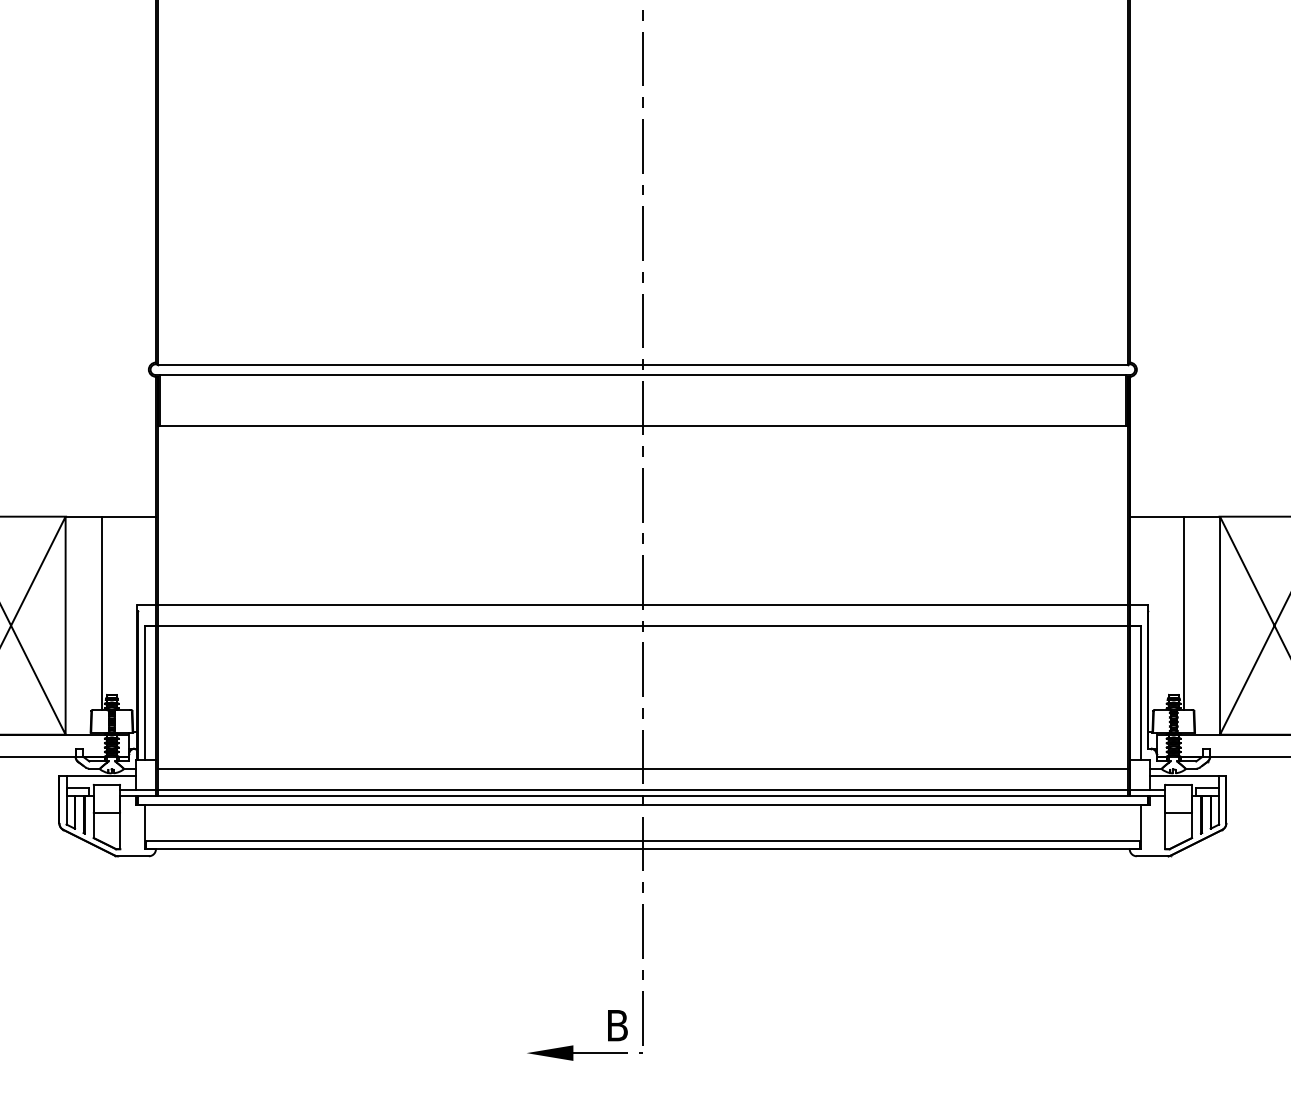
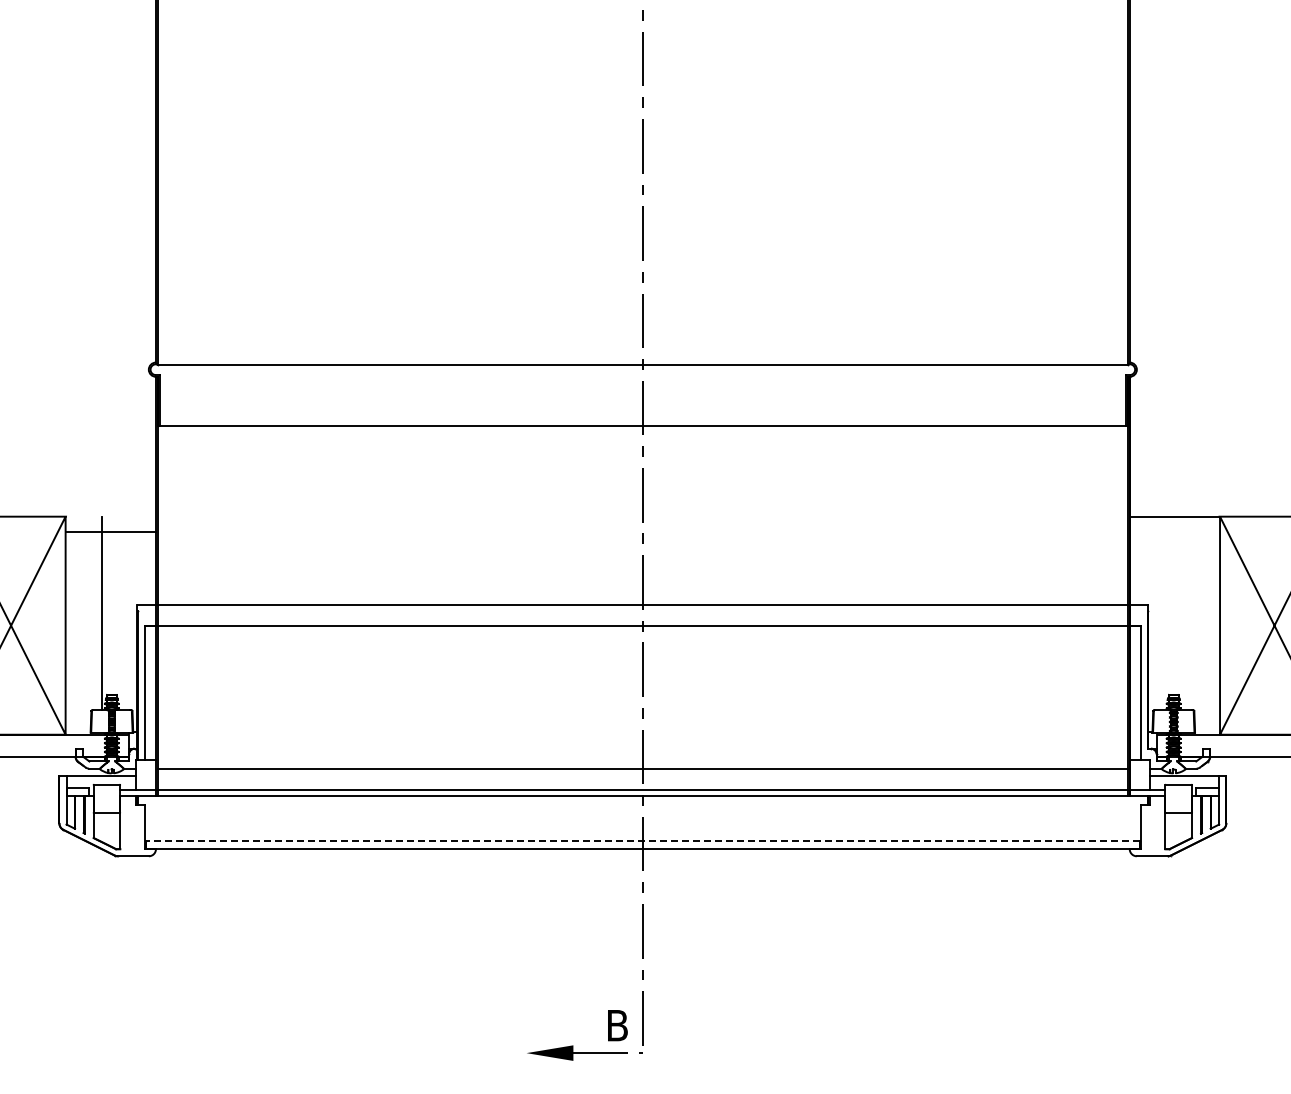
line at (642, 375): present -> none
line at (110, 516) position: (110, 516) -> (110, 531)
line at (1183, 612): present -> none
line at (642, 804): present -> none
line at (642, 840): solid -> dashed
